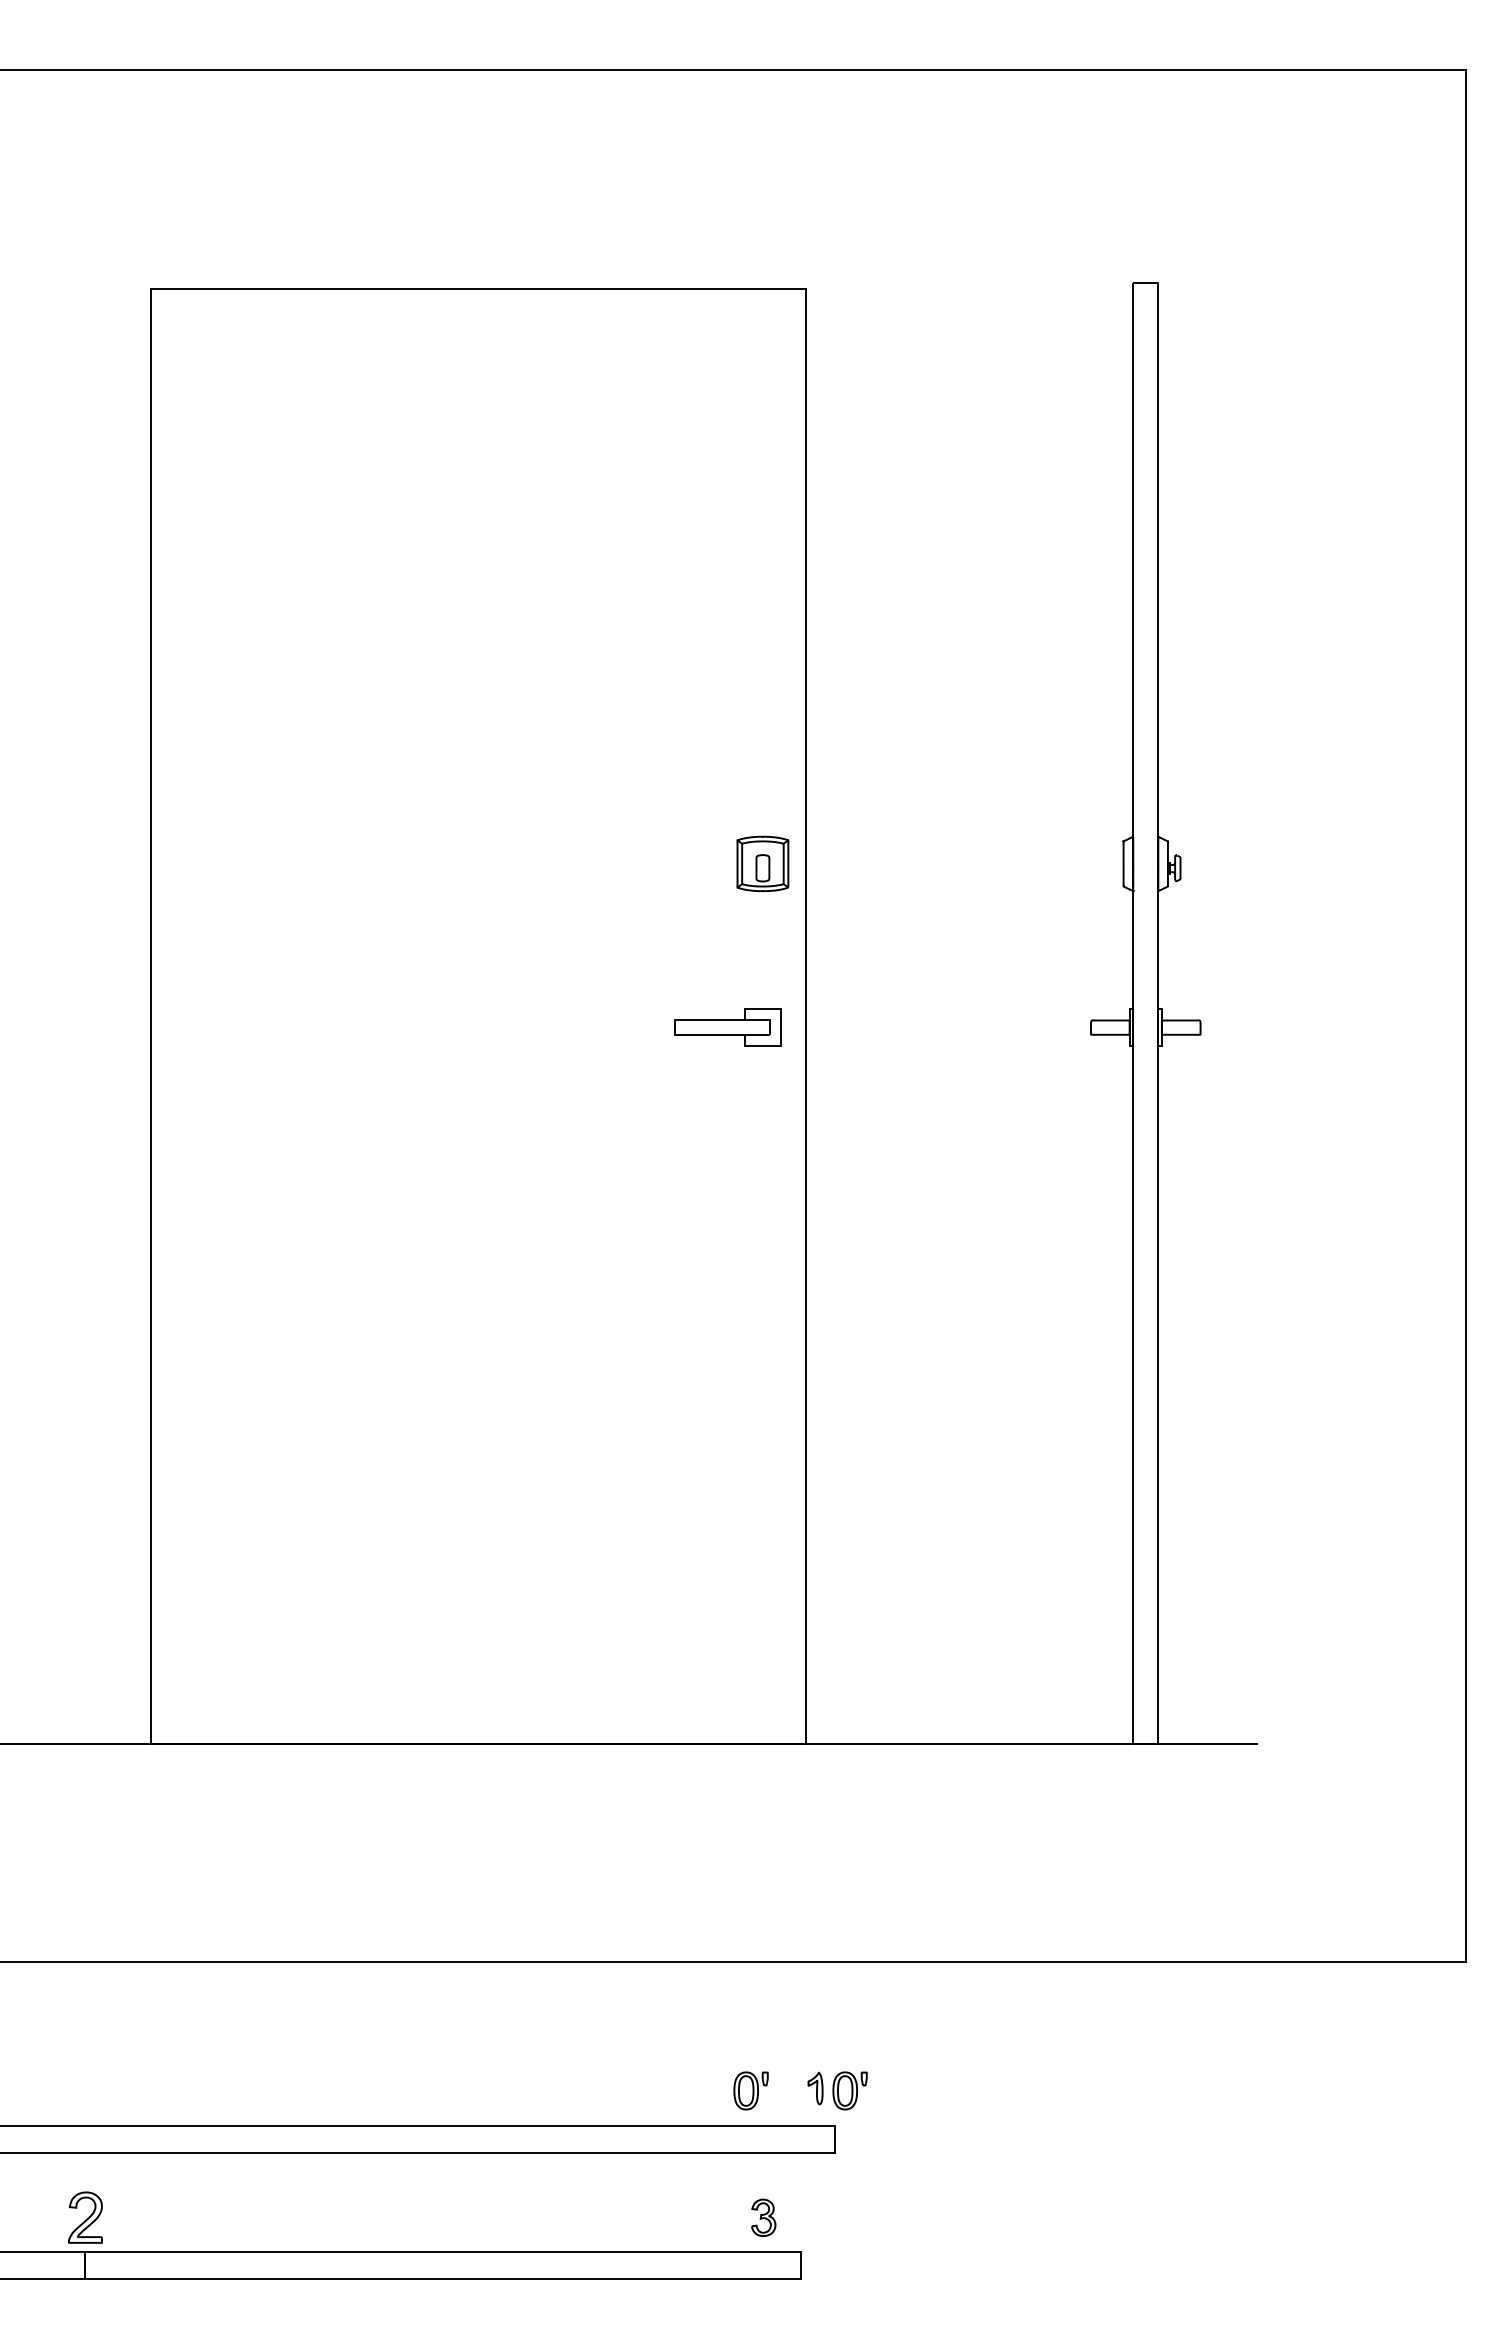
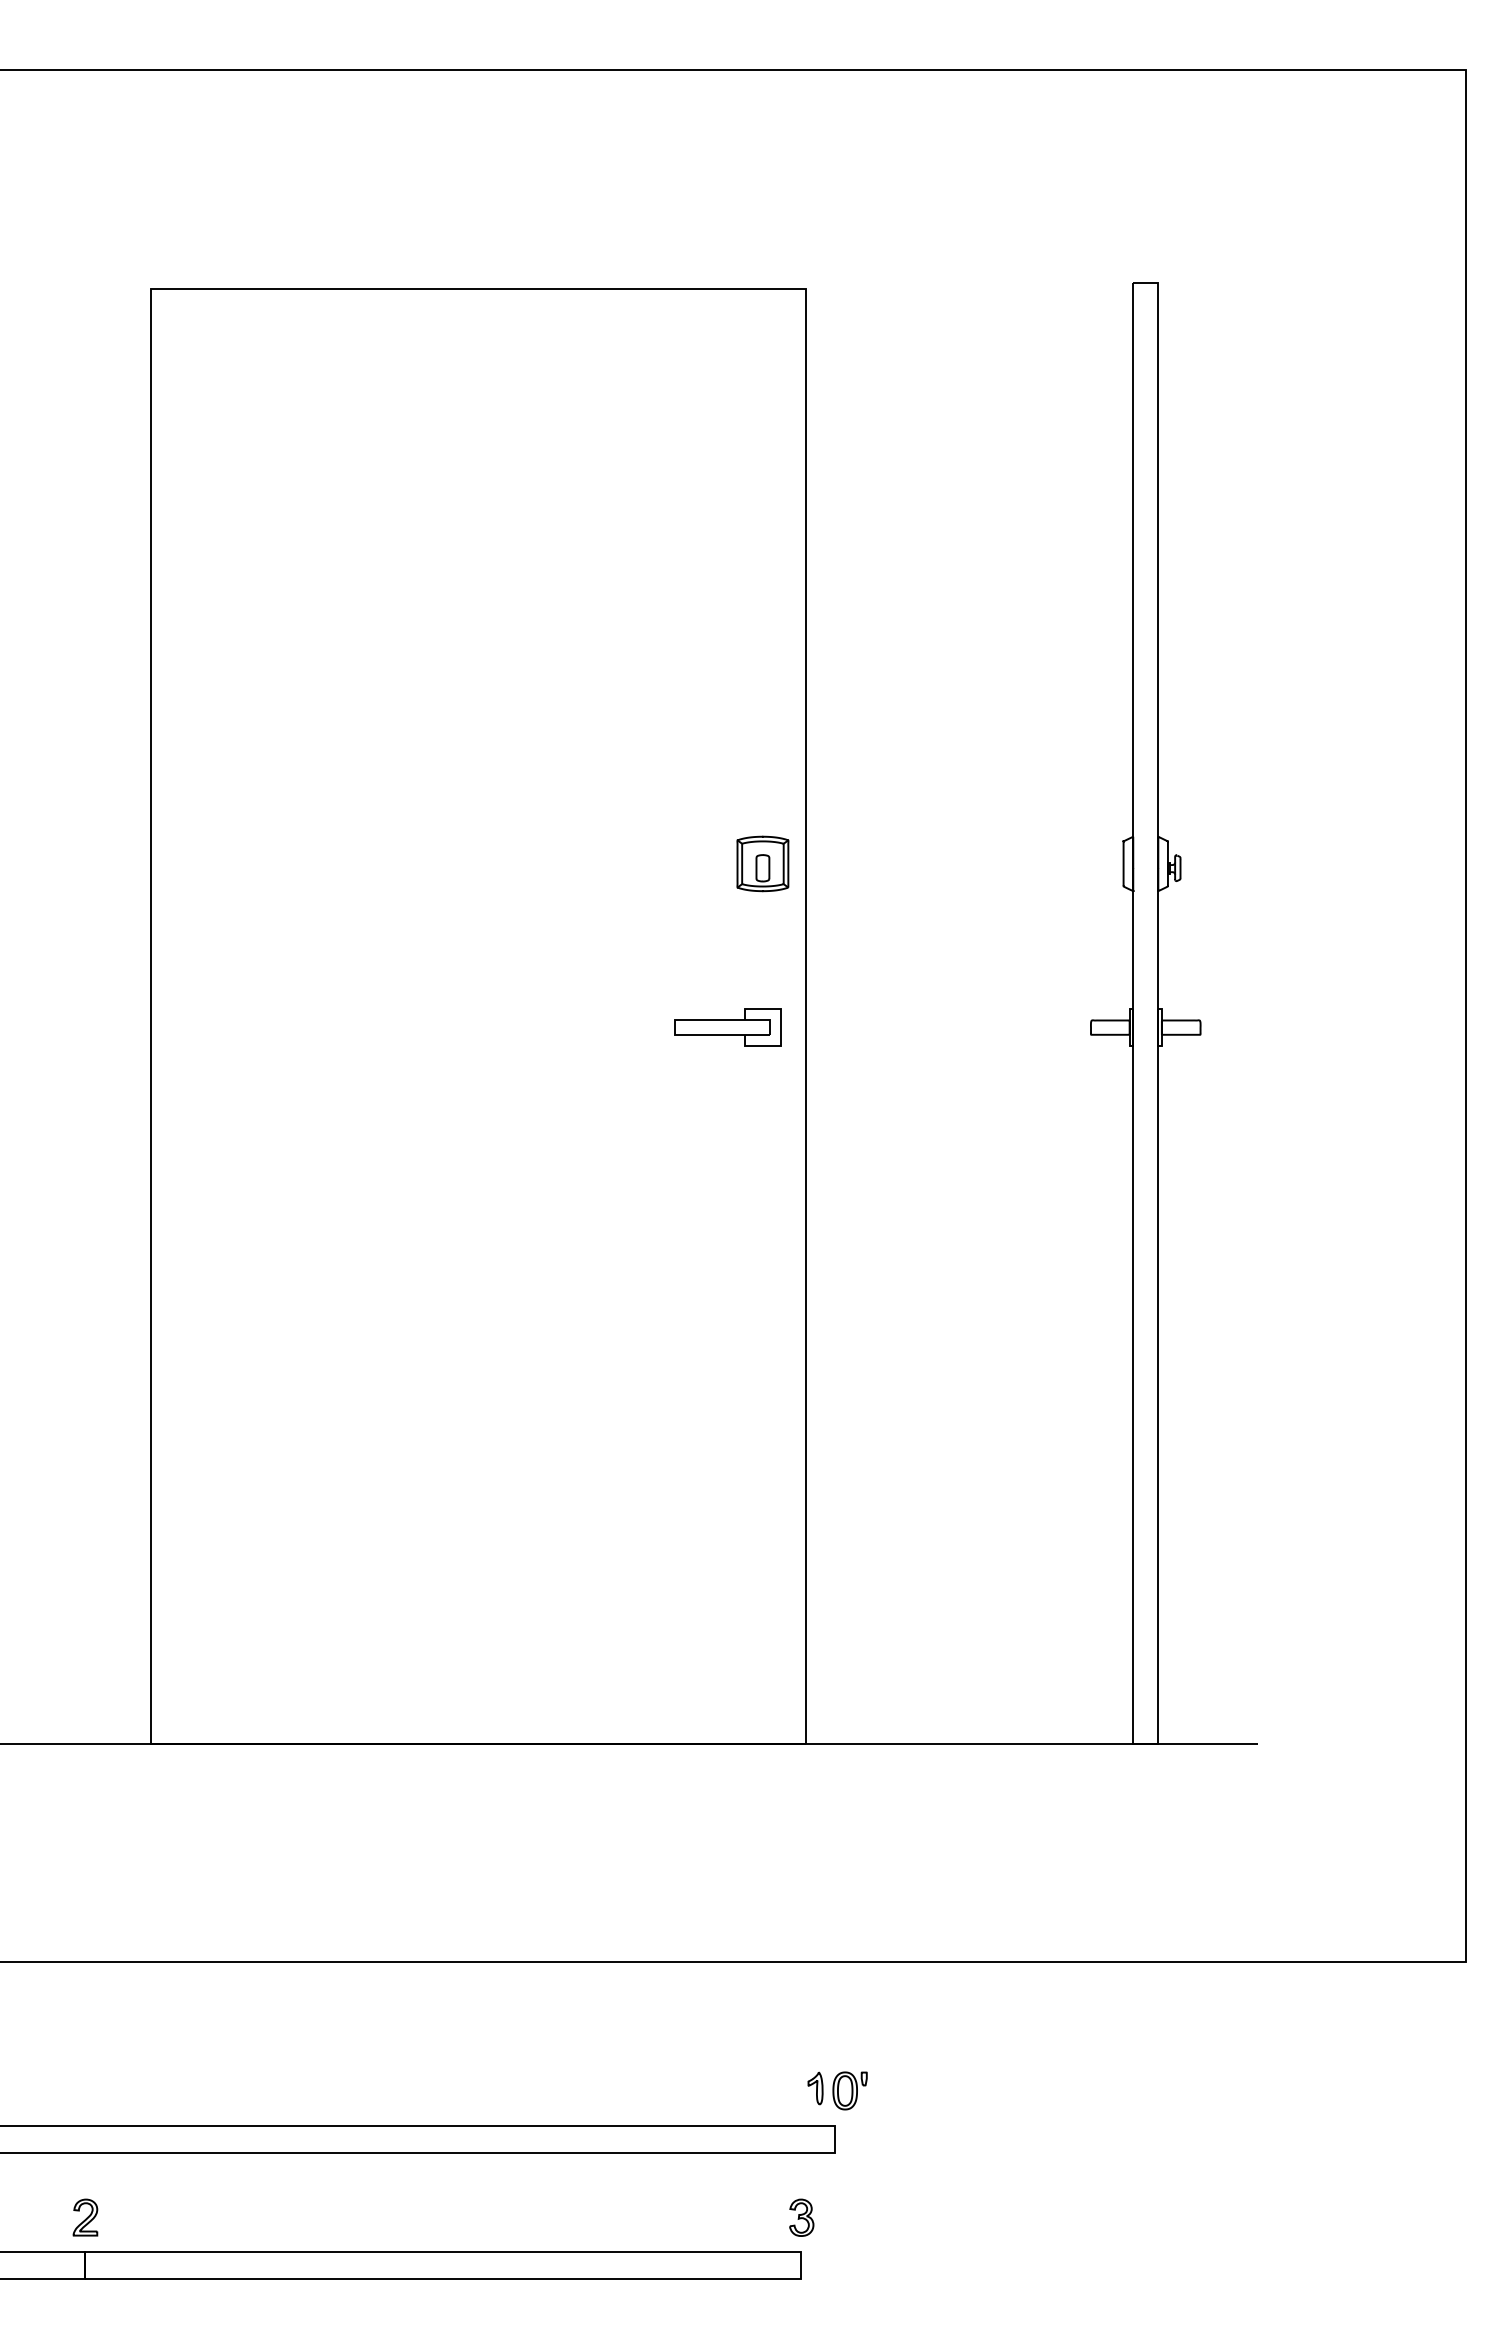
part at (750, 2090): present -> none
part at (85, 2217) size: 35x53 px -> 27x39 px
part at (763, 2217) position: (763, 2217) -> (801, 2217)
